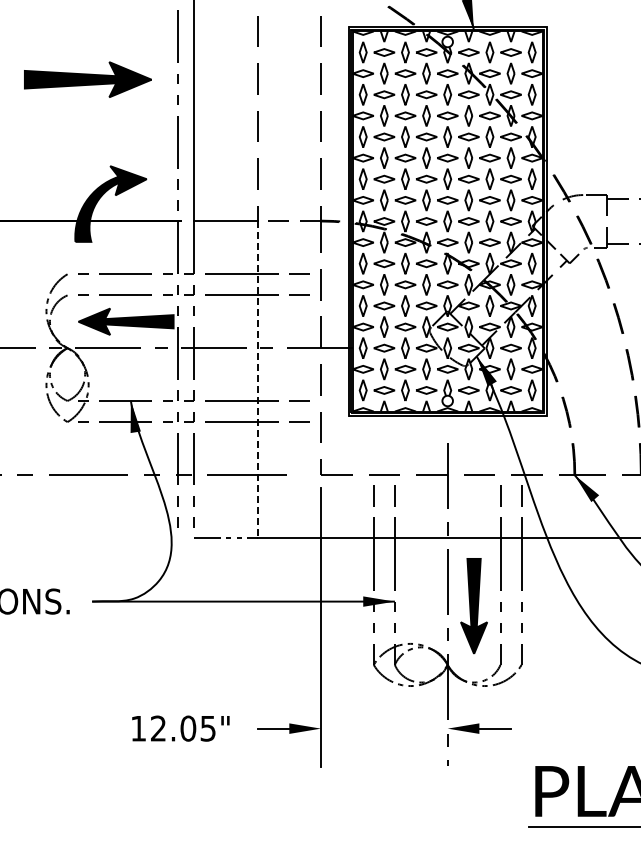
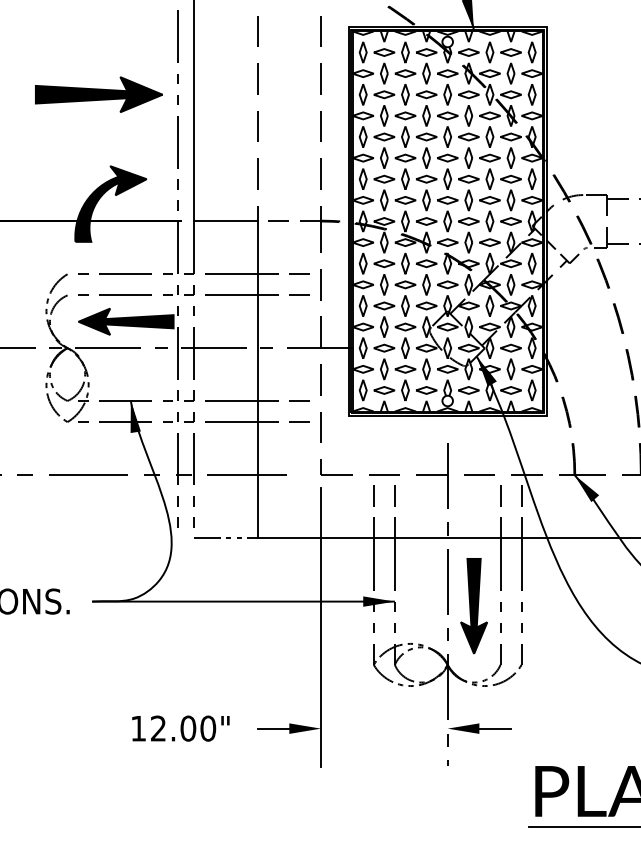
part at (87, 79) position: (87, 79) -> (98, 94)
line at (257, 380): dashed -> solid
text at (208, 728): 12.05" -> 12.00"
